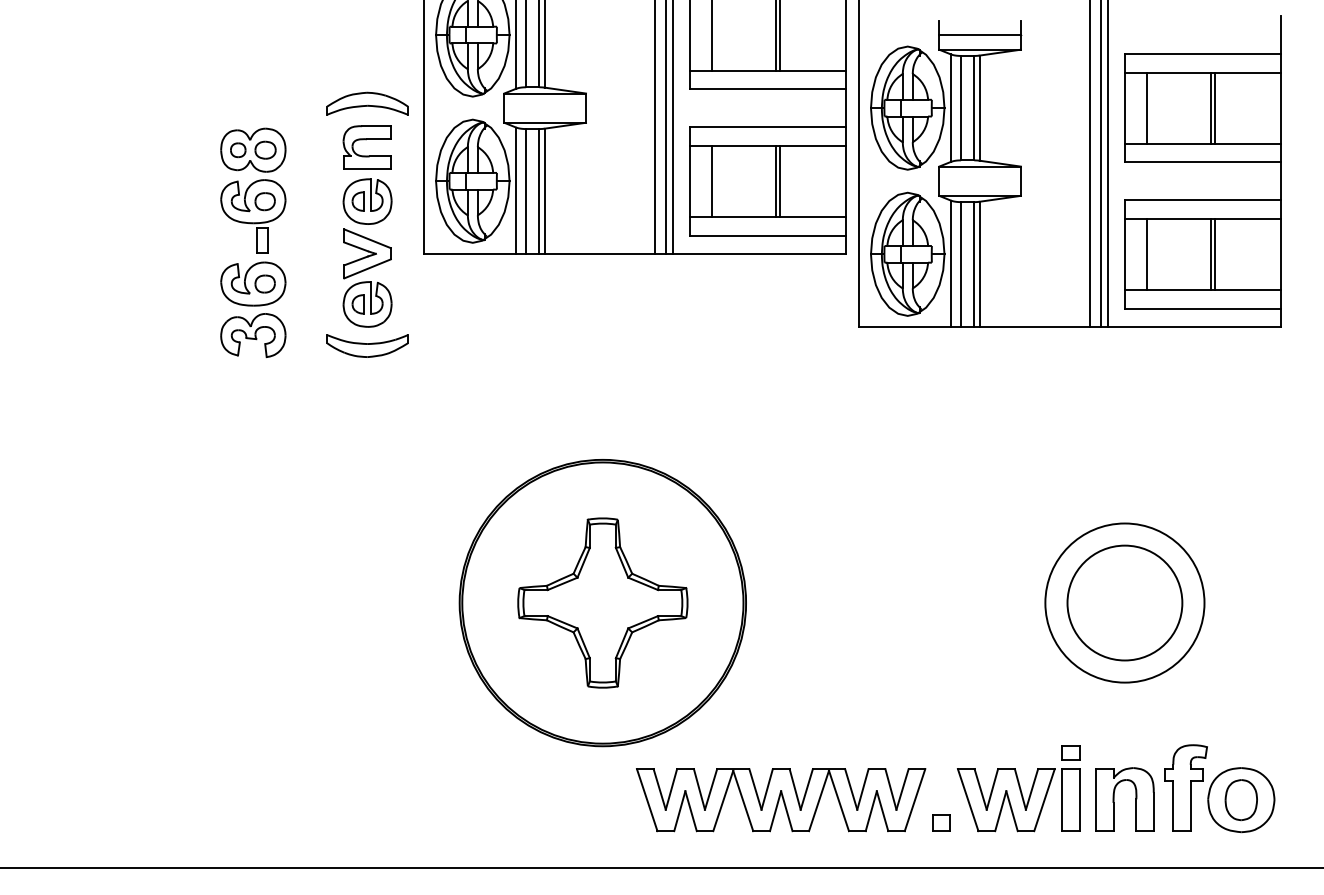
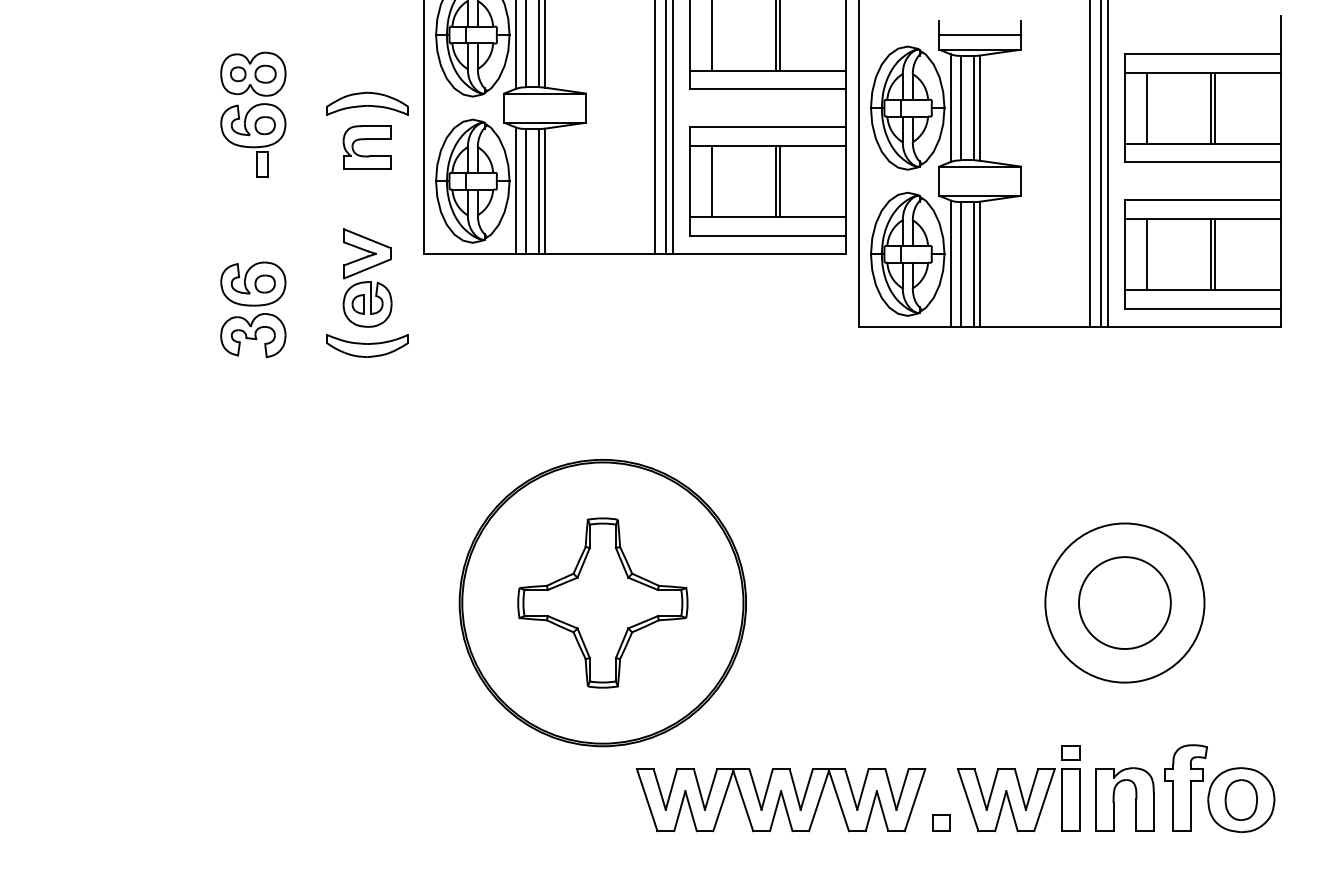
part at (253, 190) position: (253, 190) -> (253, 114)
part at (367, 201): present -> none
circle at (1124, 602) diameter: 115 px -> 92 px
line at (661, 868): present -> none
